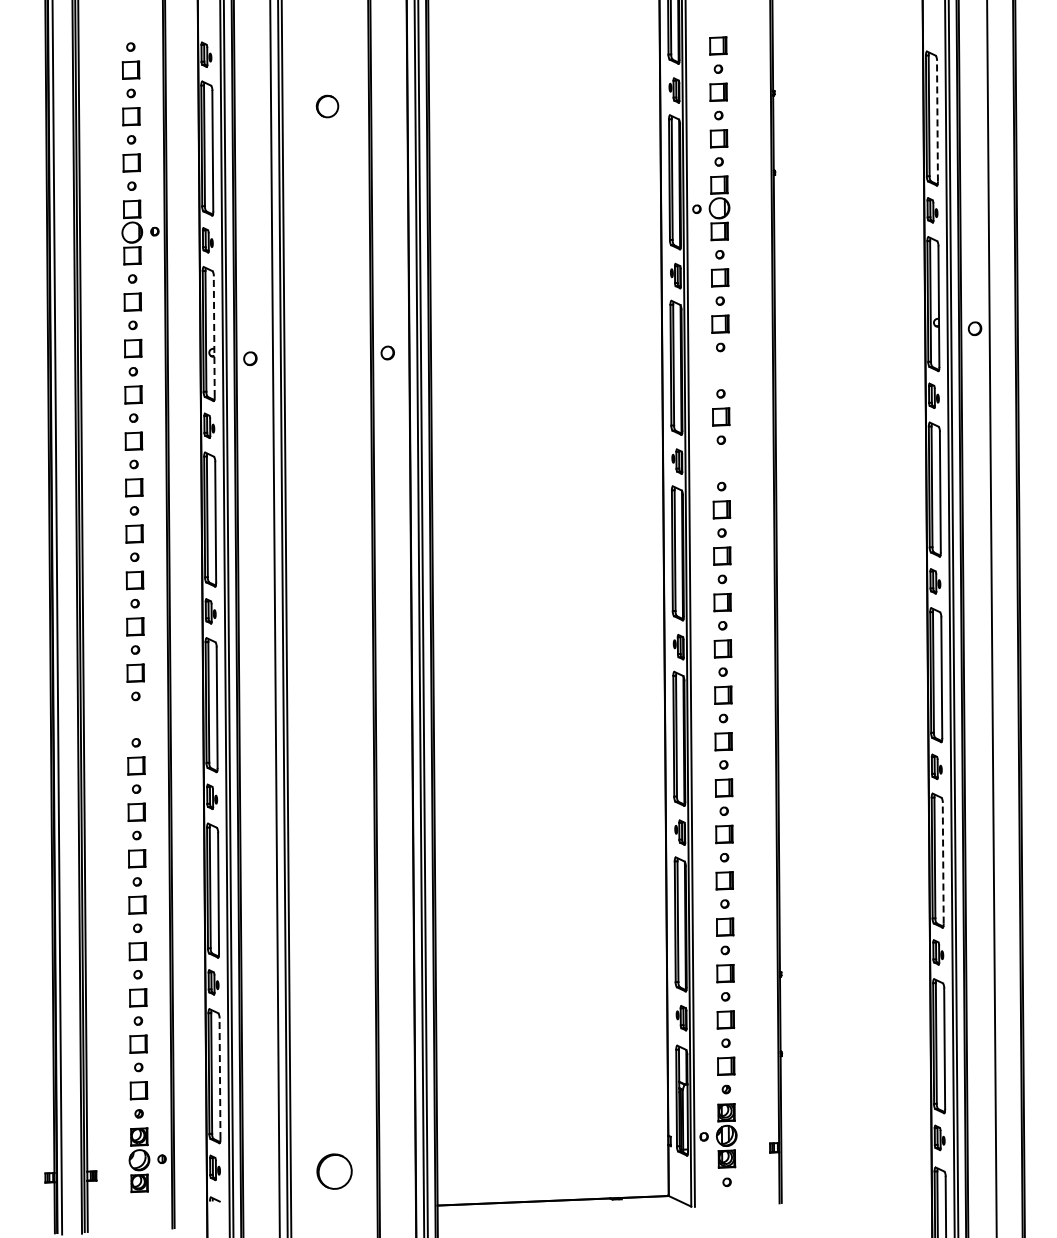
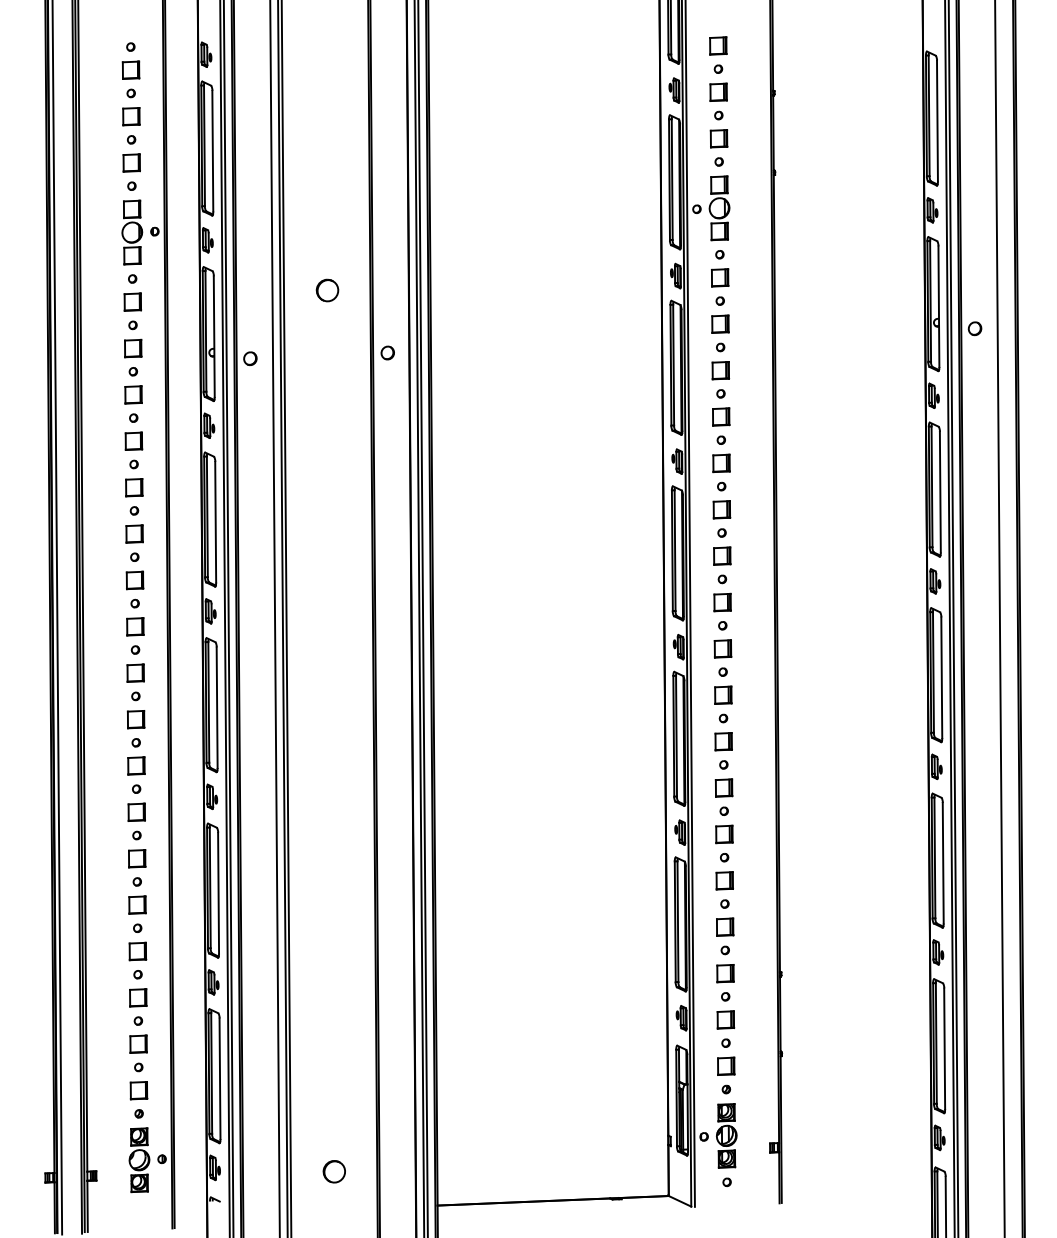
part at (327, 106) position: (327, 106) -> (327, 290)
line at (937, 120): dashed -> solid
line at (214, 336): dashed -> solid
part at (720, 370): none -> present
part at (721, 463): none -> present
line at (991, 618) position: (991, 618) -> (999, 618)
part at (135, 719): none -> present
line at (943, 862): dashed -> solid
line at (220, 1078): dashed -> solid
part at (334, 1171) size: 37x37 px -> 24x24 px
